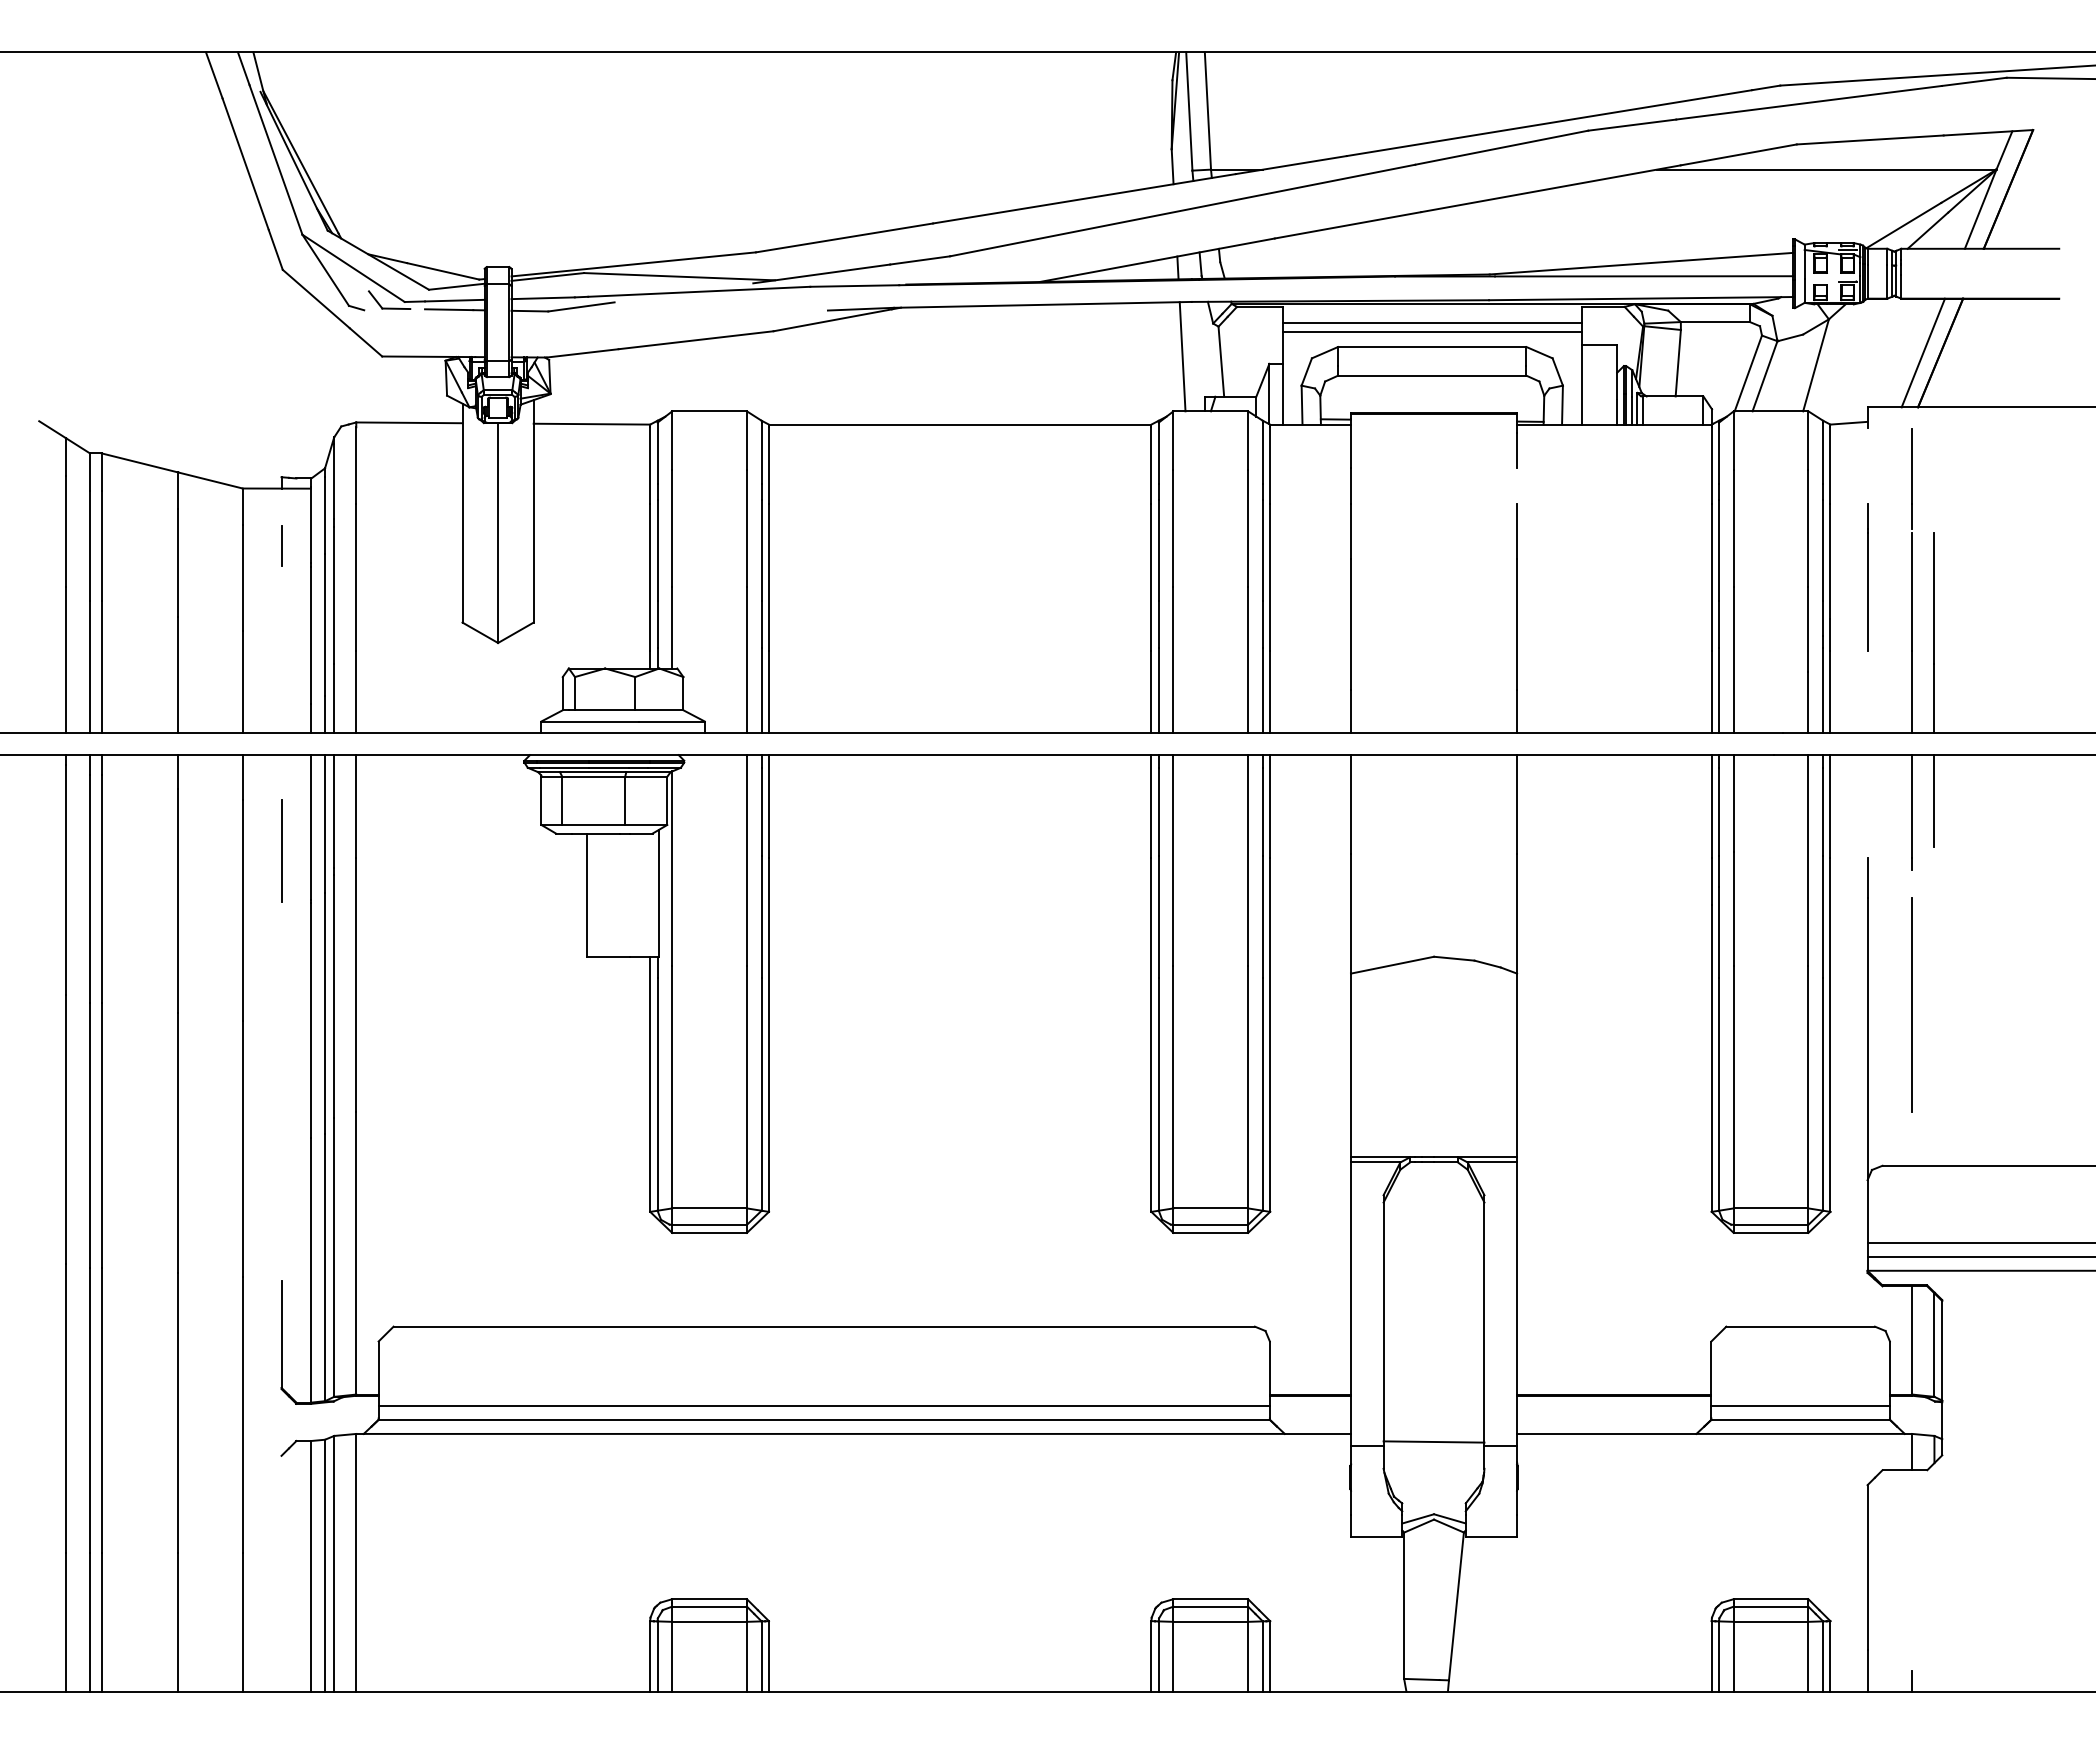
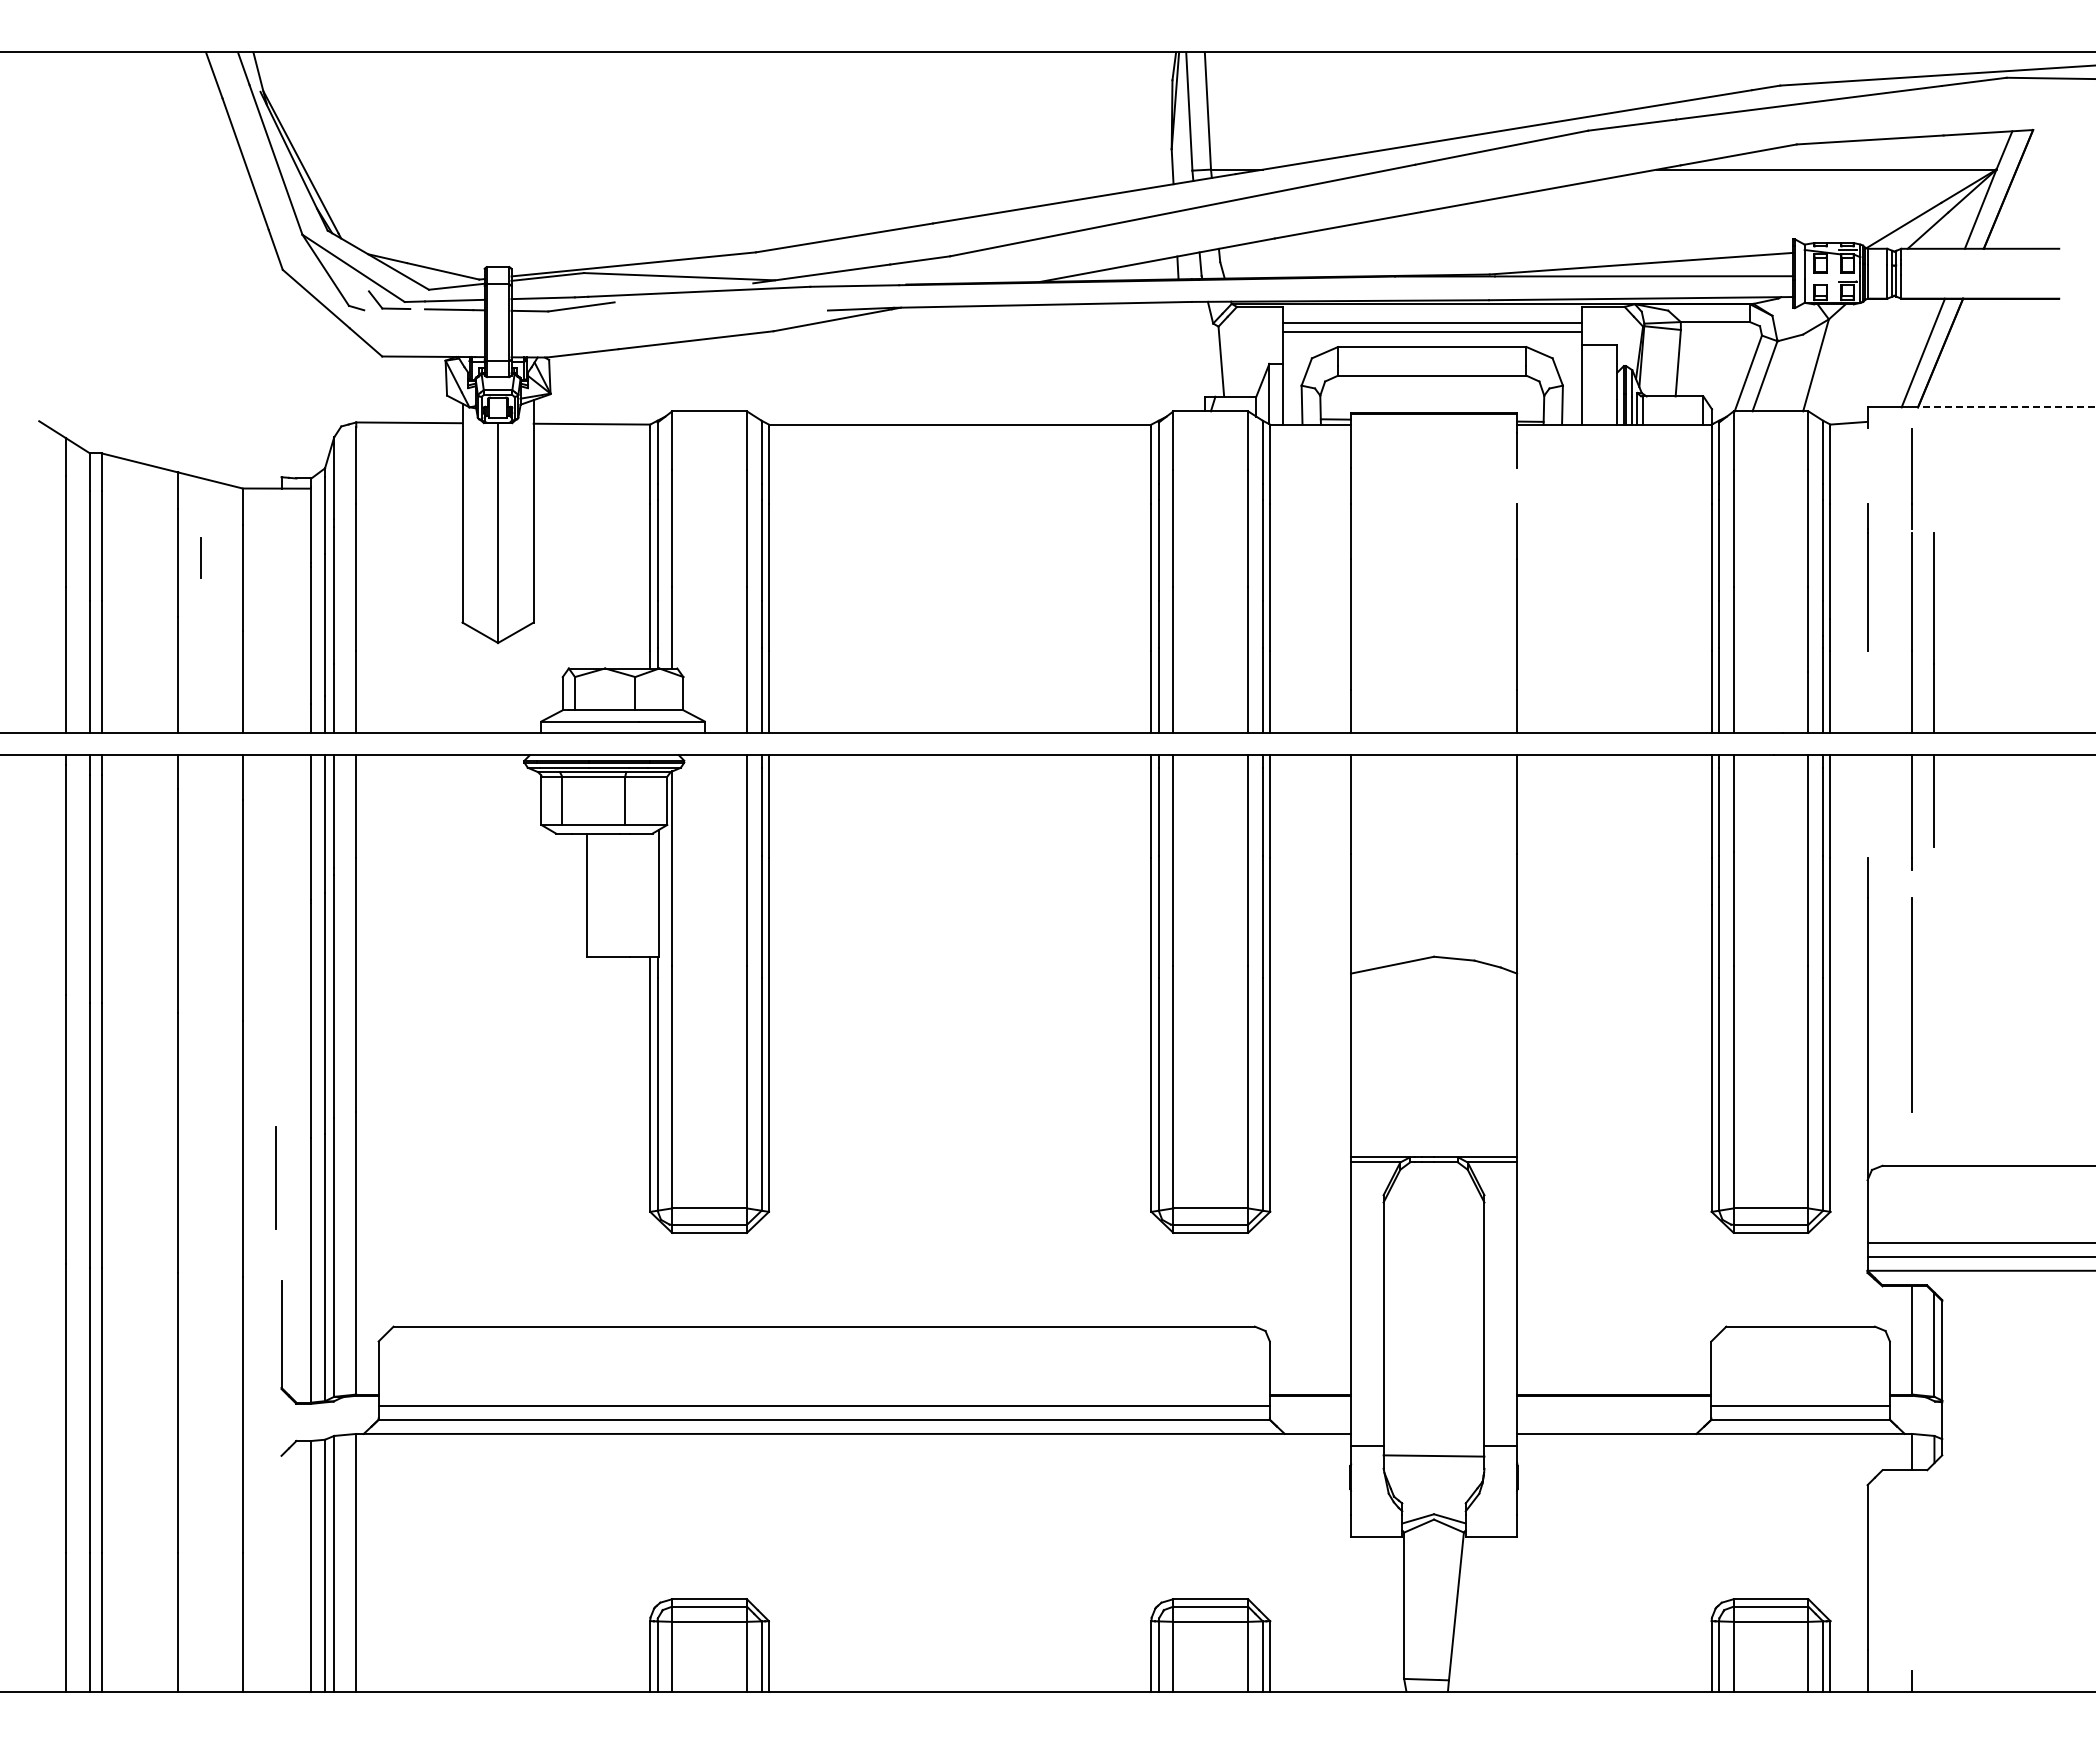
line at (1182, 356): present -> none
line at (2006, 407): solid -> dashed
line at (281, 545) position: (281, 545) -> (200, 557)
line at (281, 850) position: (281, 850) -> (275, 1177)
line at (1433, 1441) position: (1433, 1441) -> (1433, 1455)
